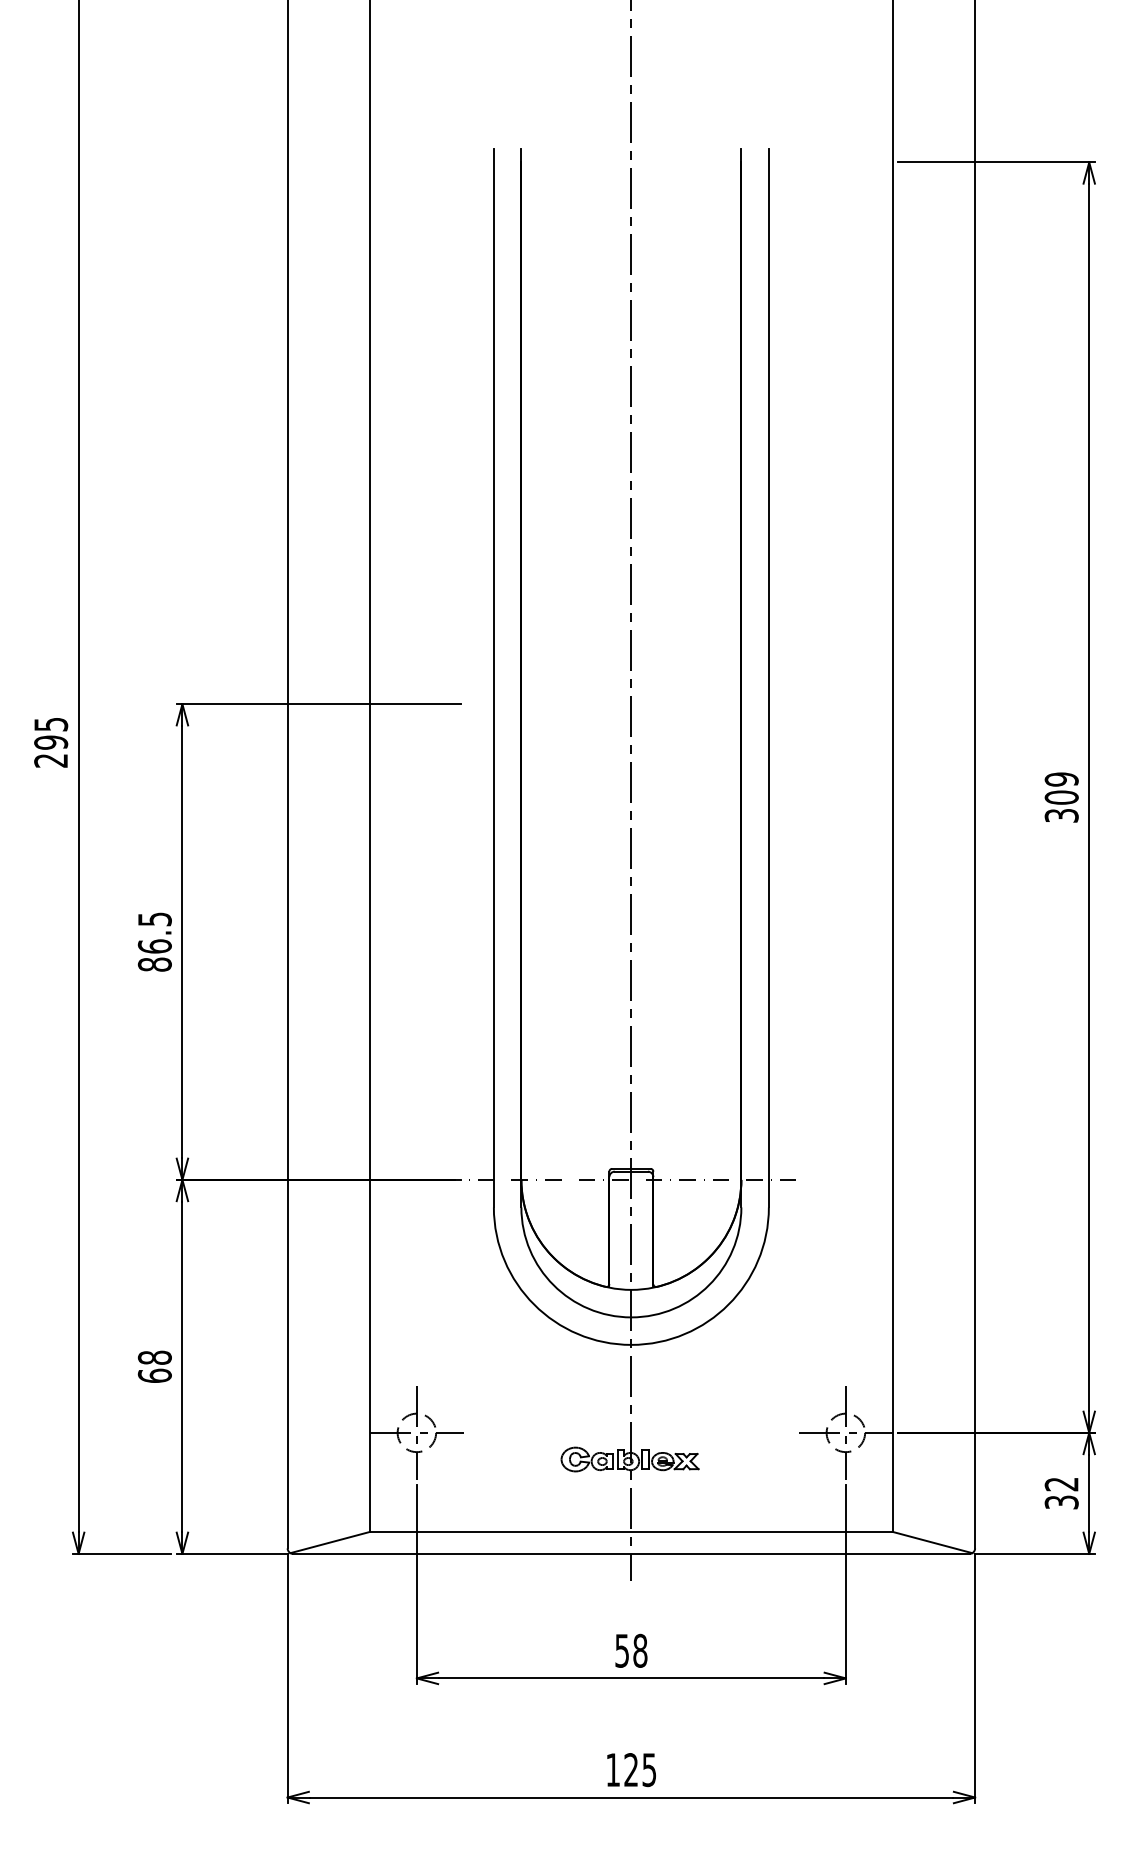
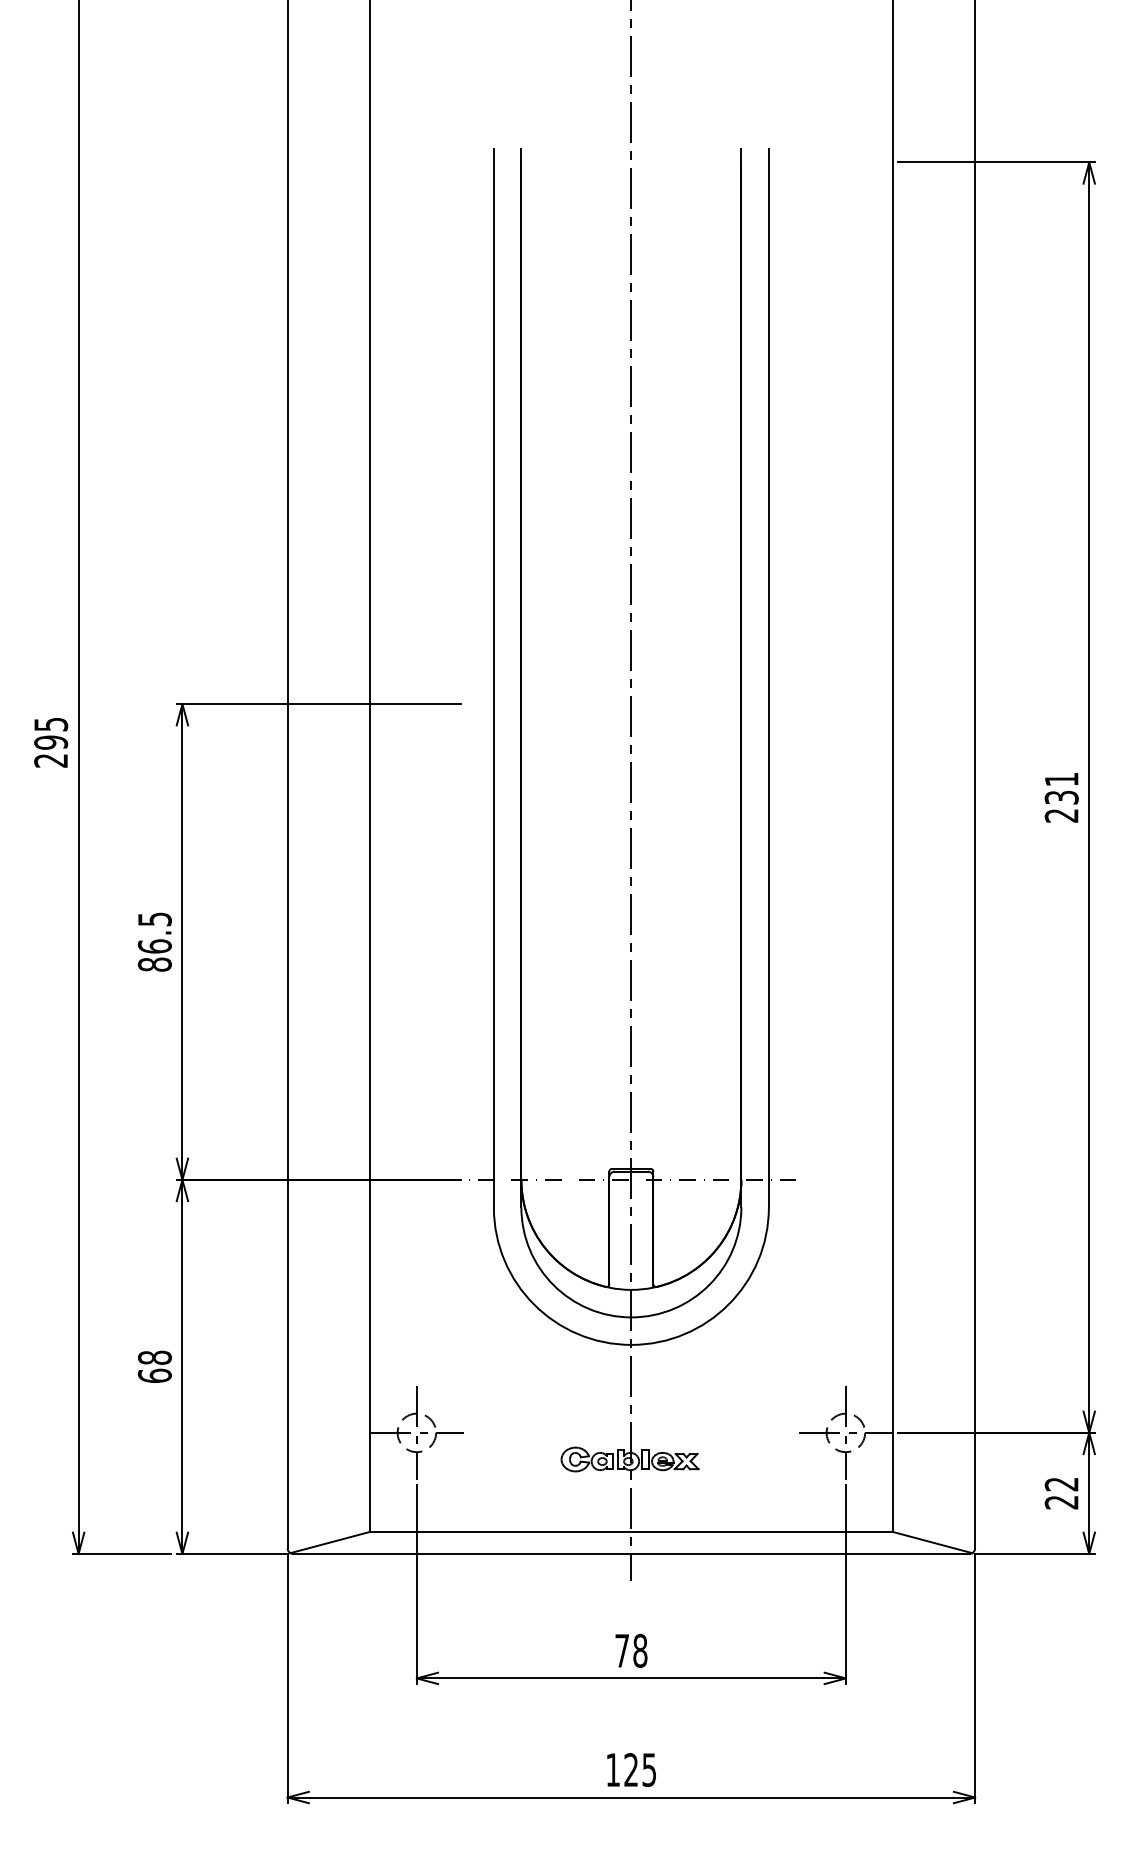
text at (1061, 797): 309 -> 231
text at (1061, 1502): 32 -> 22
text at (621, 1650): 58 -> 78
